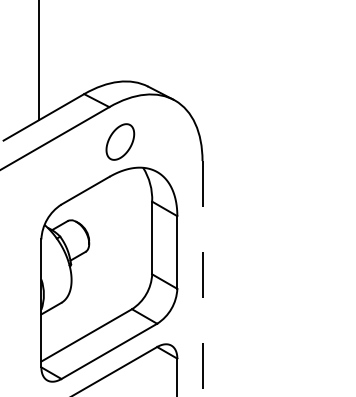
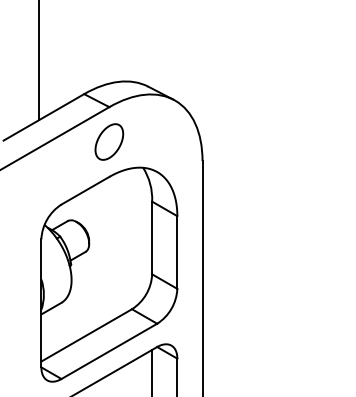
part at (120, 141) position: (120, 141) -> (109, 141)
line at (202, 279): dashed -> solid
line at (152, 371): none -> present
